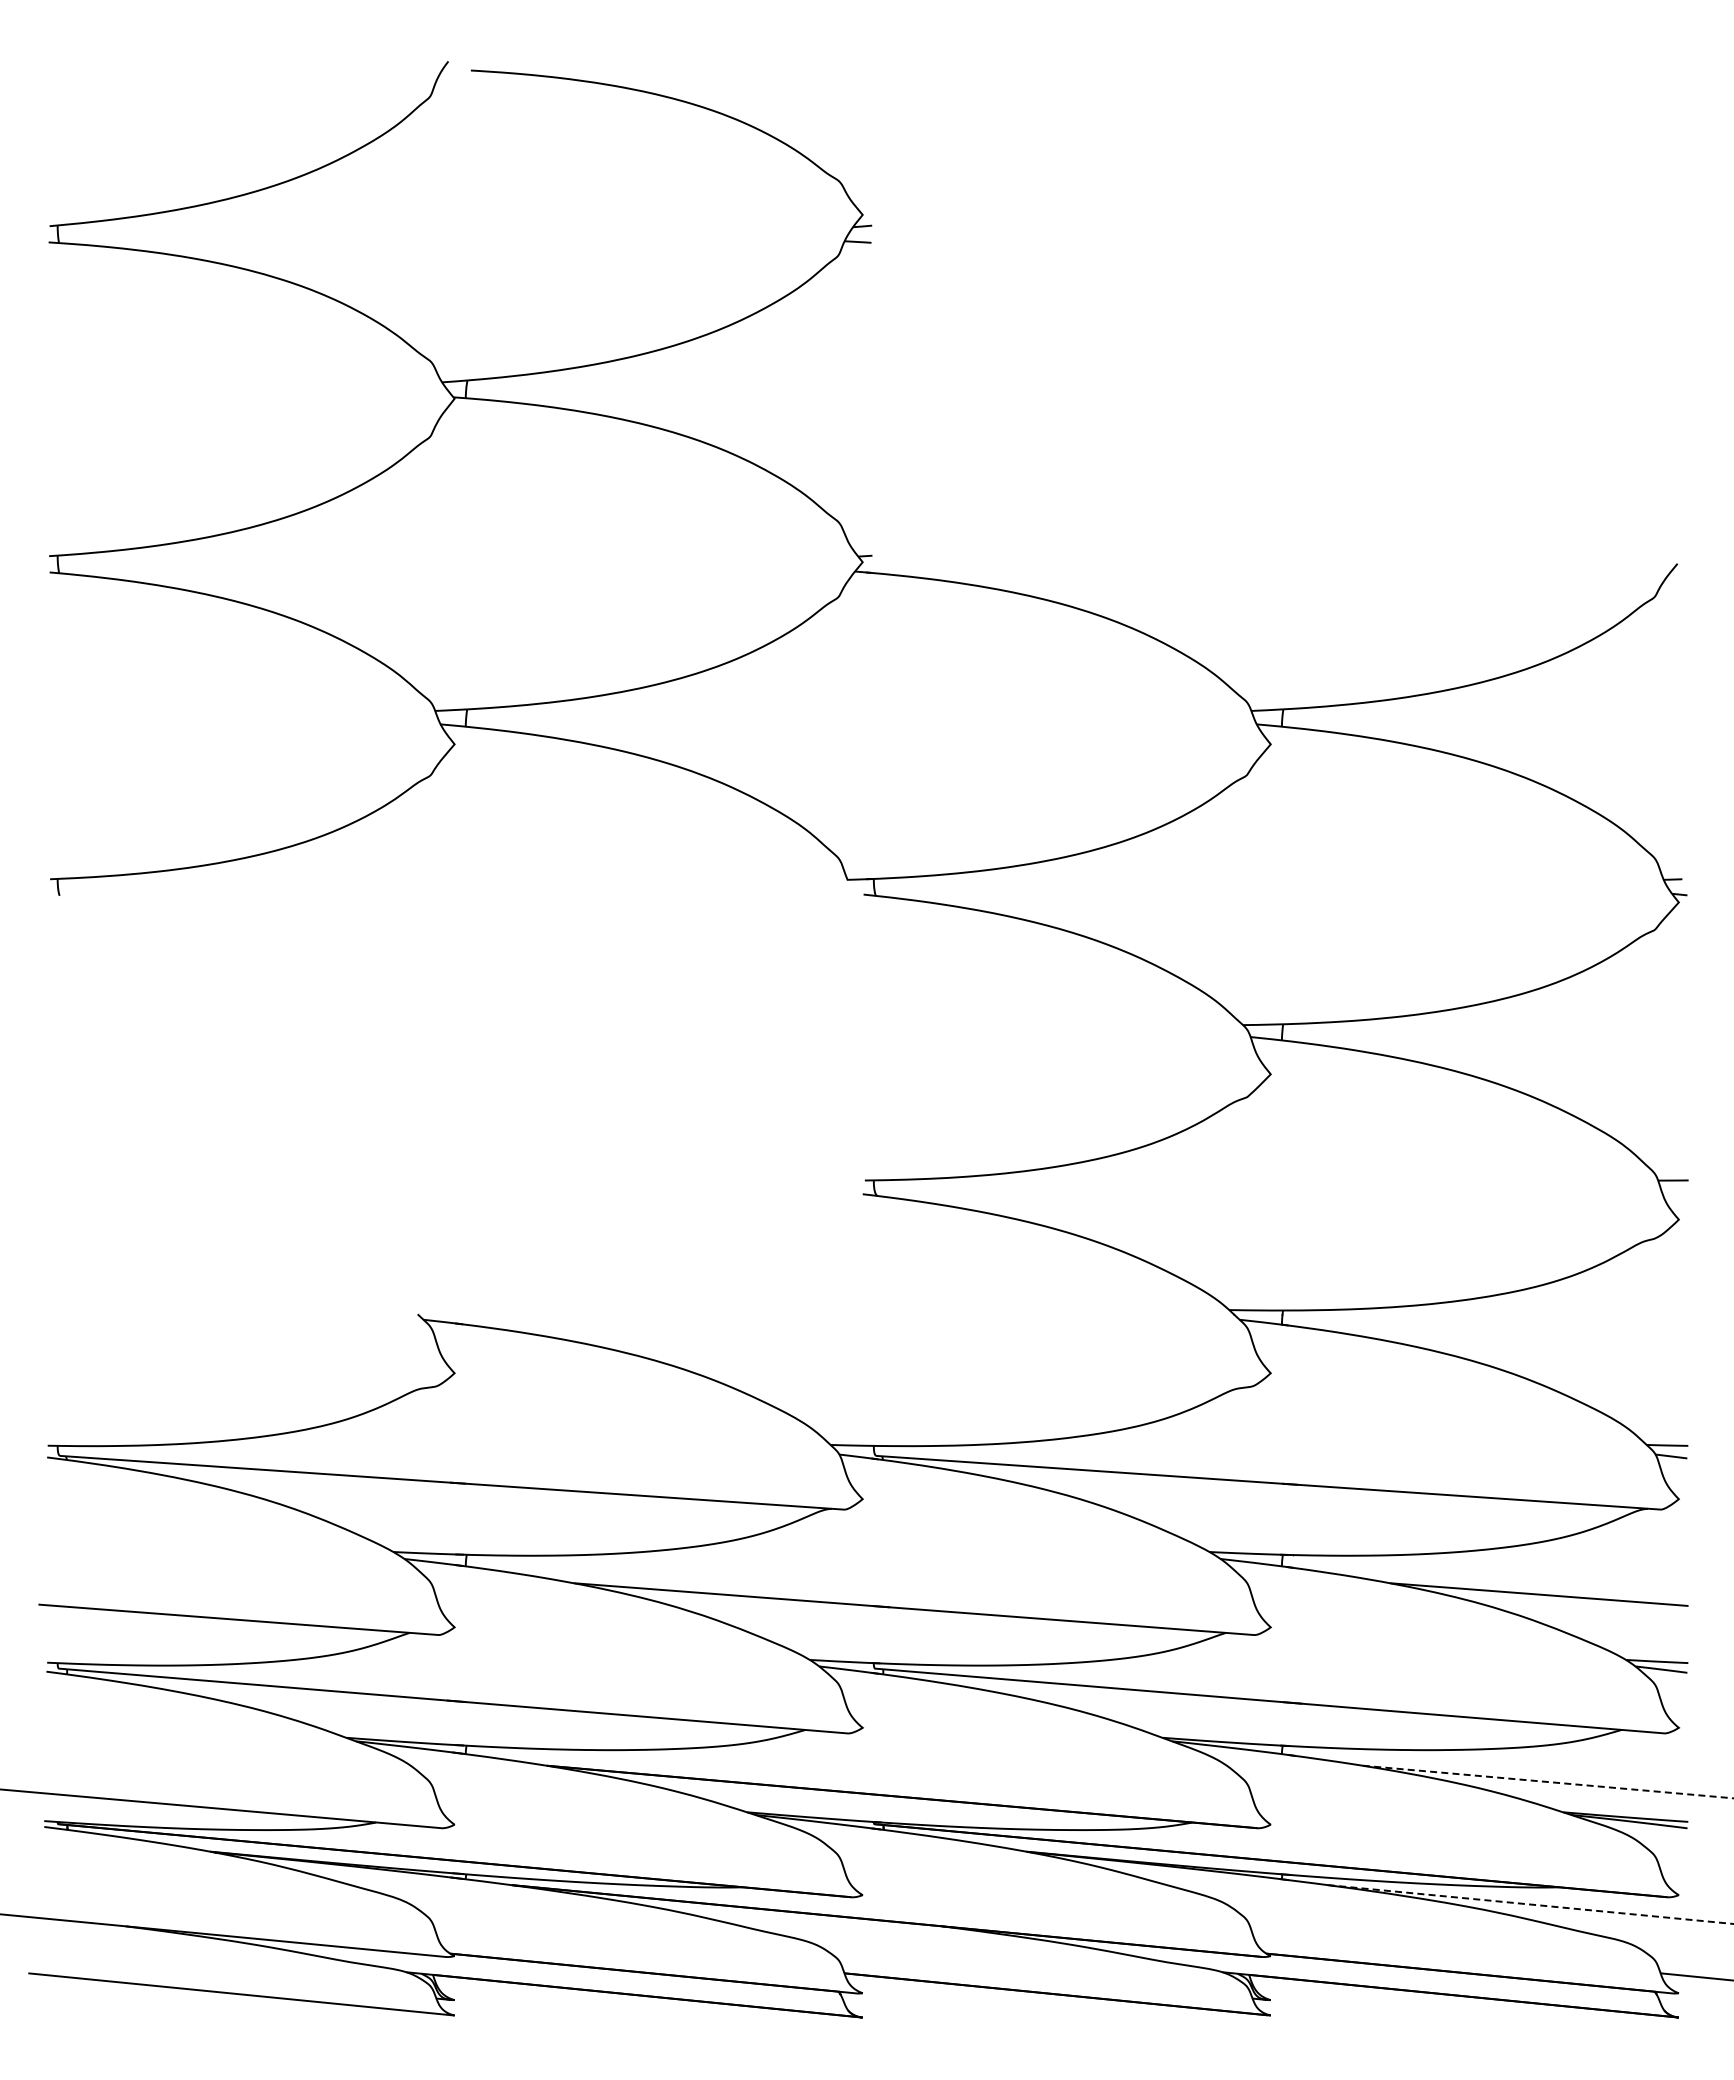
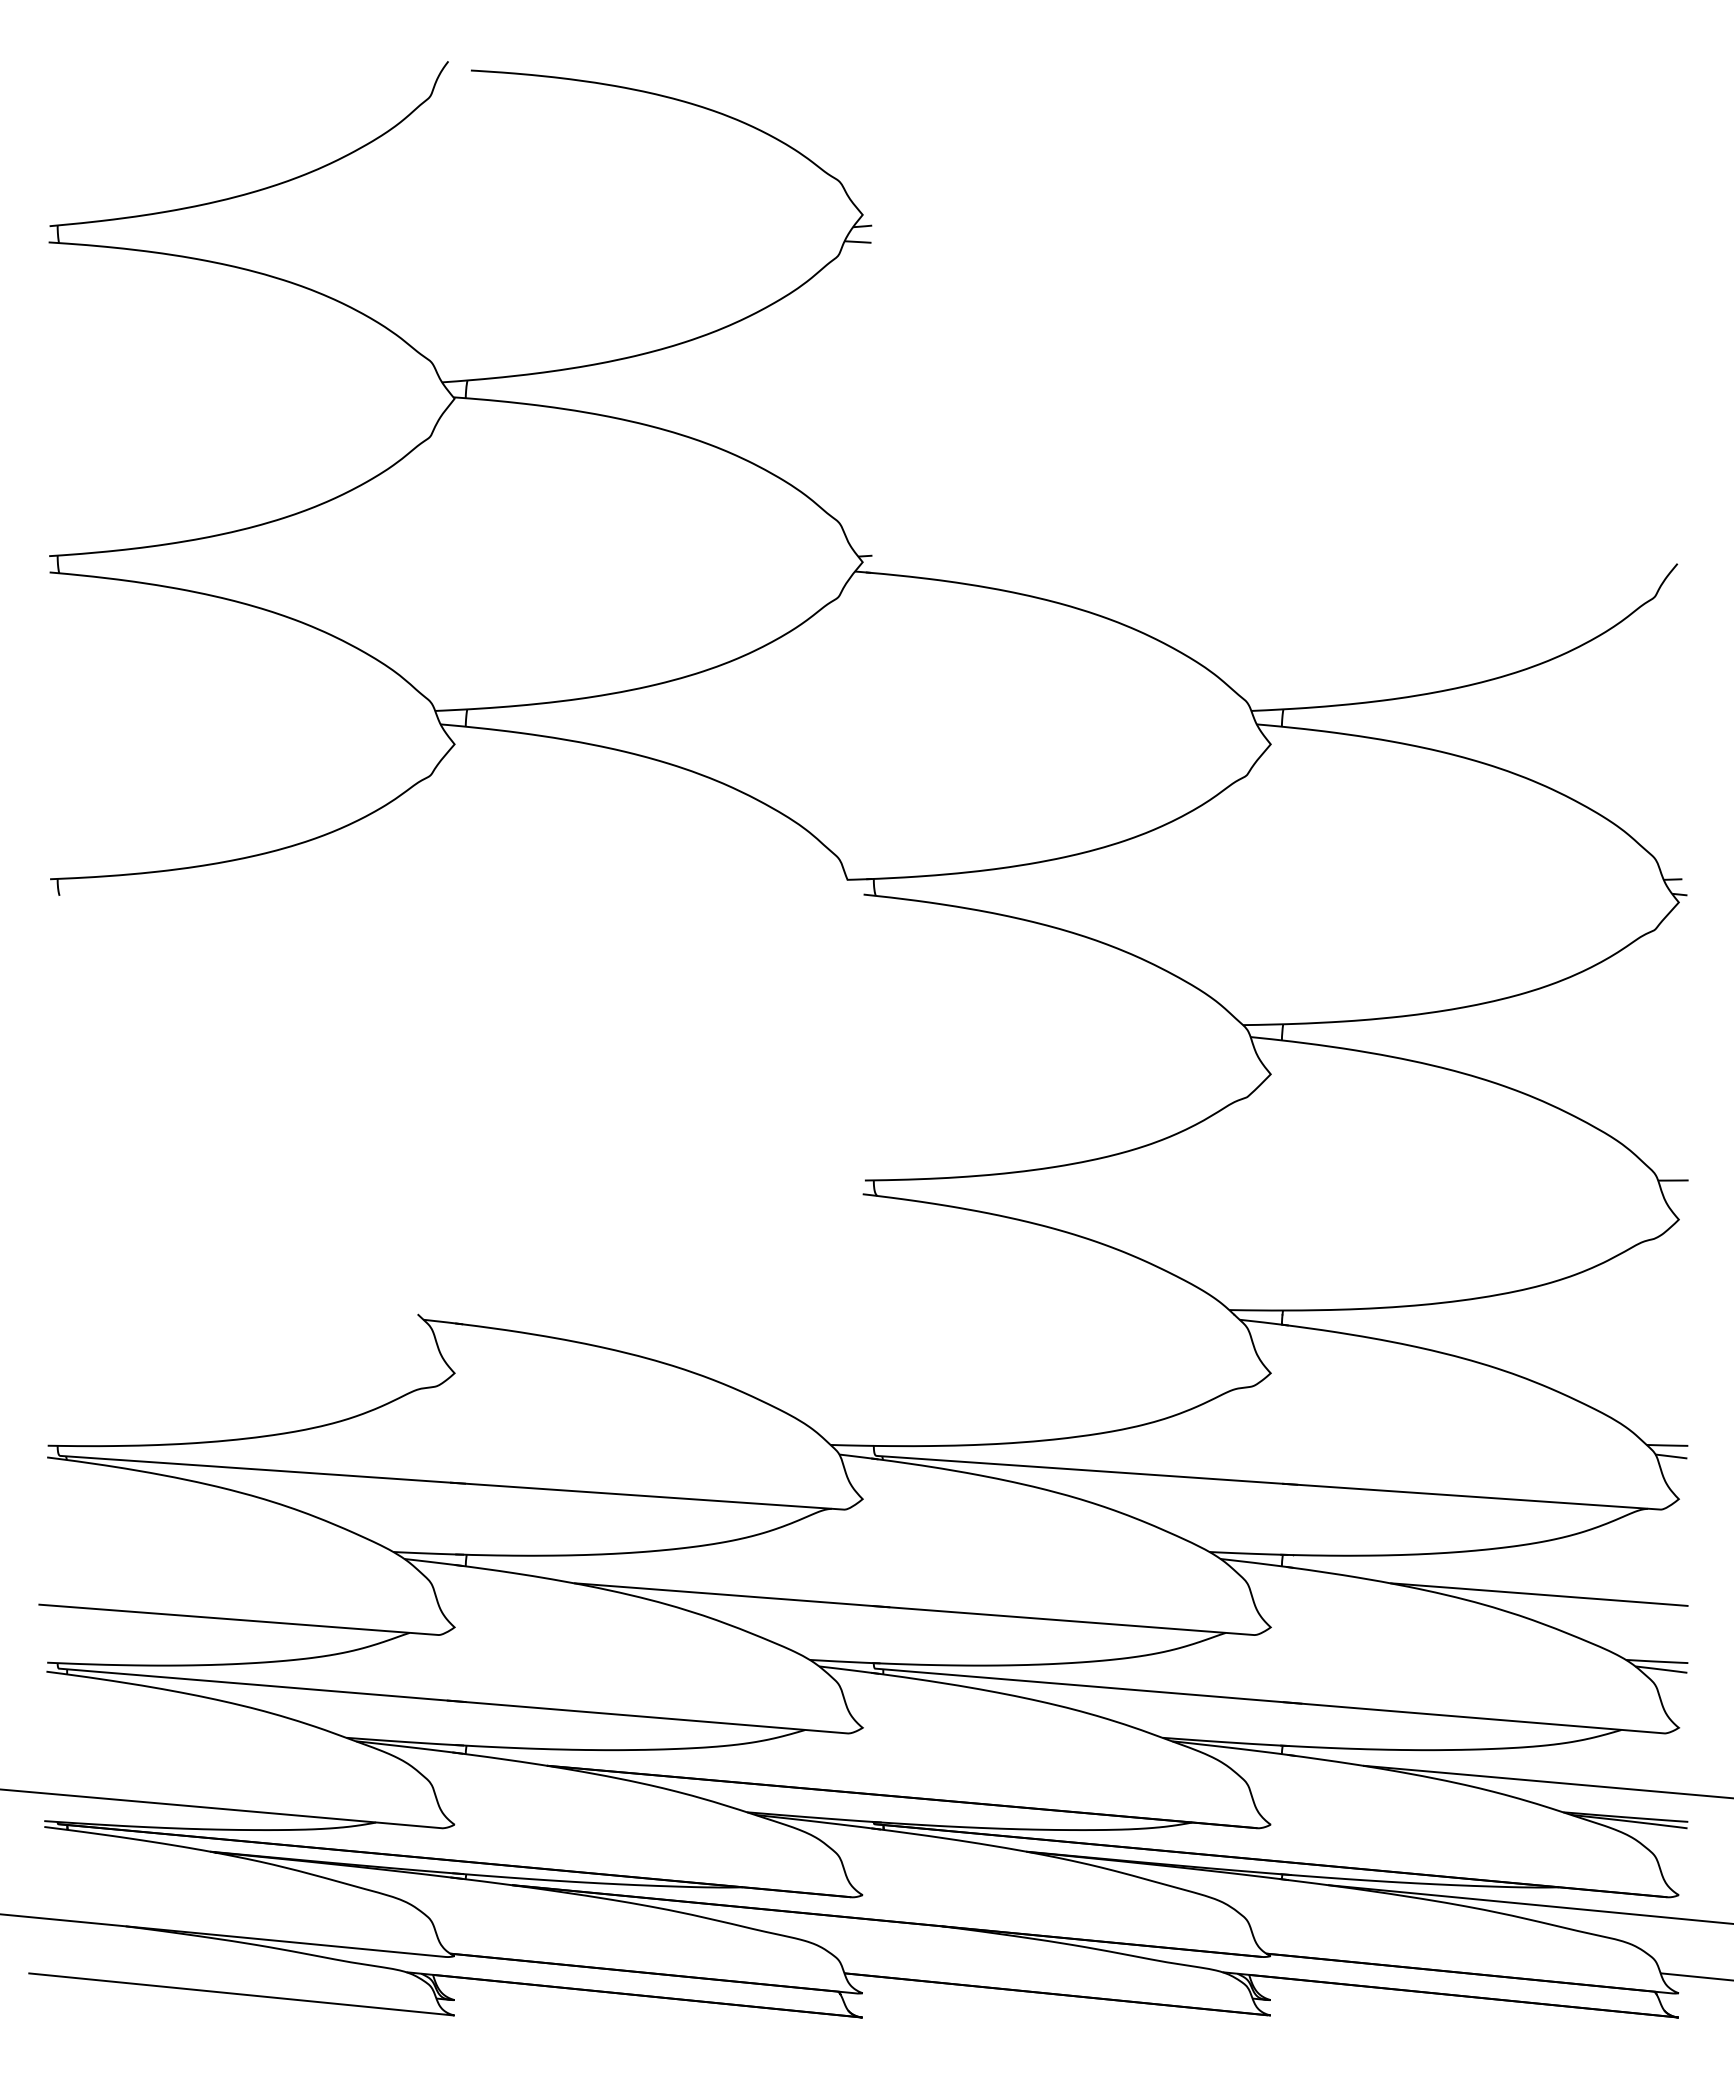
line at (1548, 1782): dashed -> solid
line at (1530, 1904): dashed -> solid
